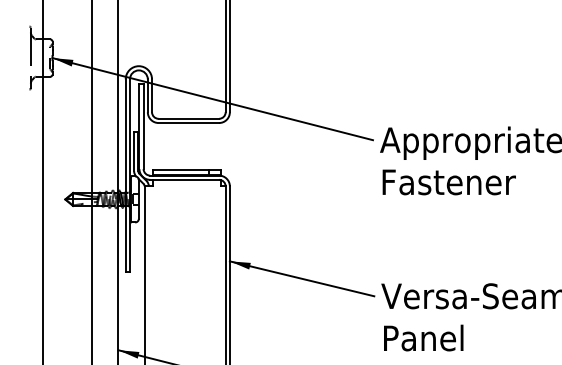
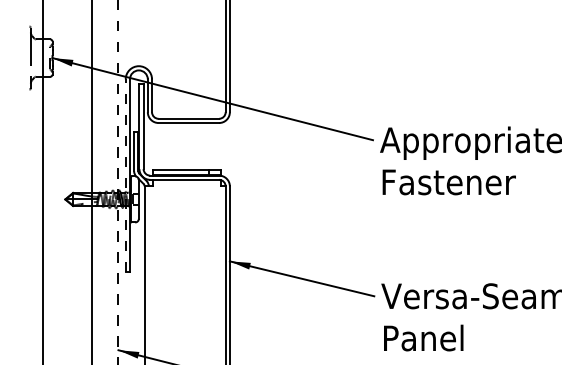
line at (125, 175): solid -> dashed
line at (118, 182): solid -> dashed
